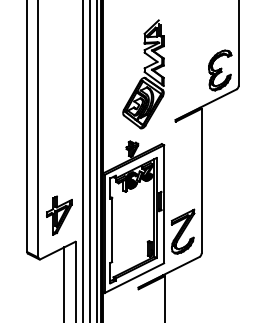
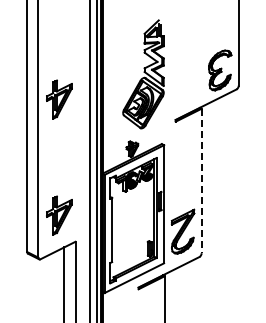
part at (59, 99): none -> present
line at (83, 160): present -> none
line at (201, 181): solid -> dashed
